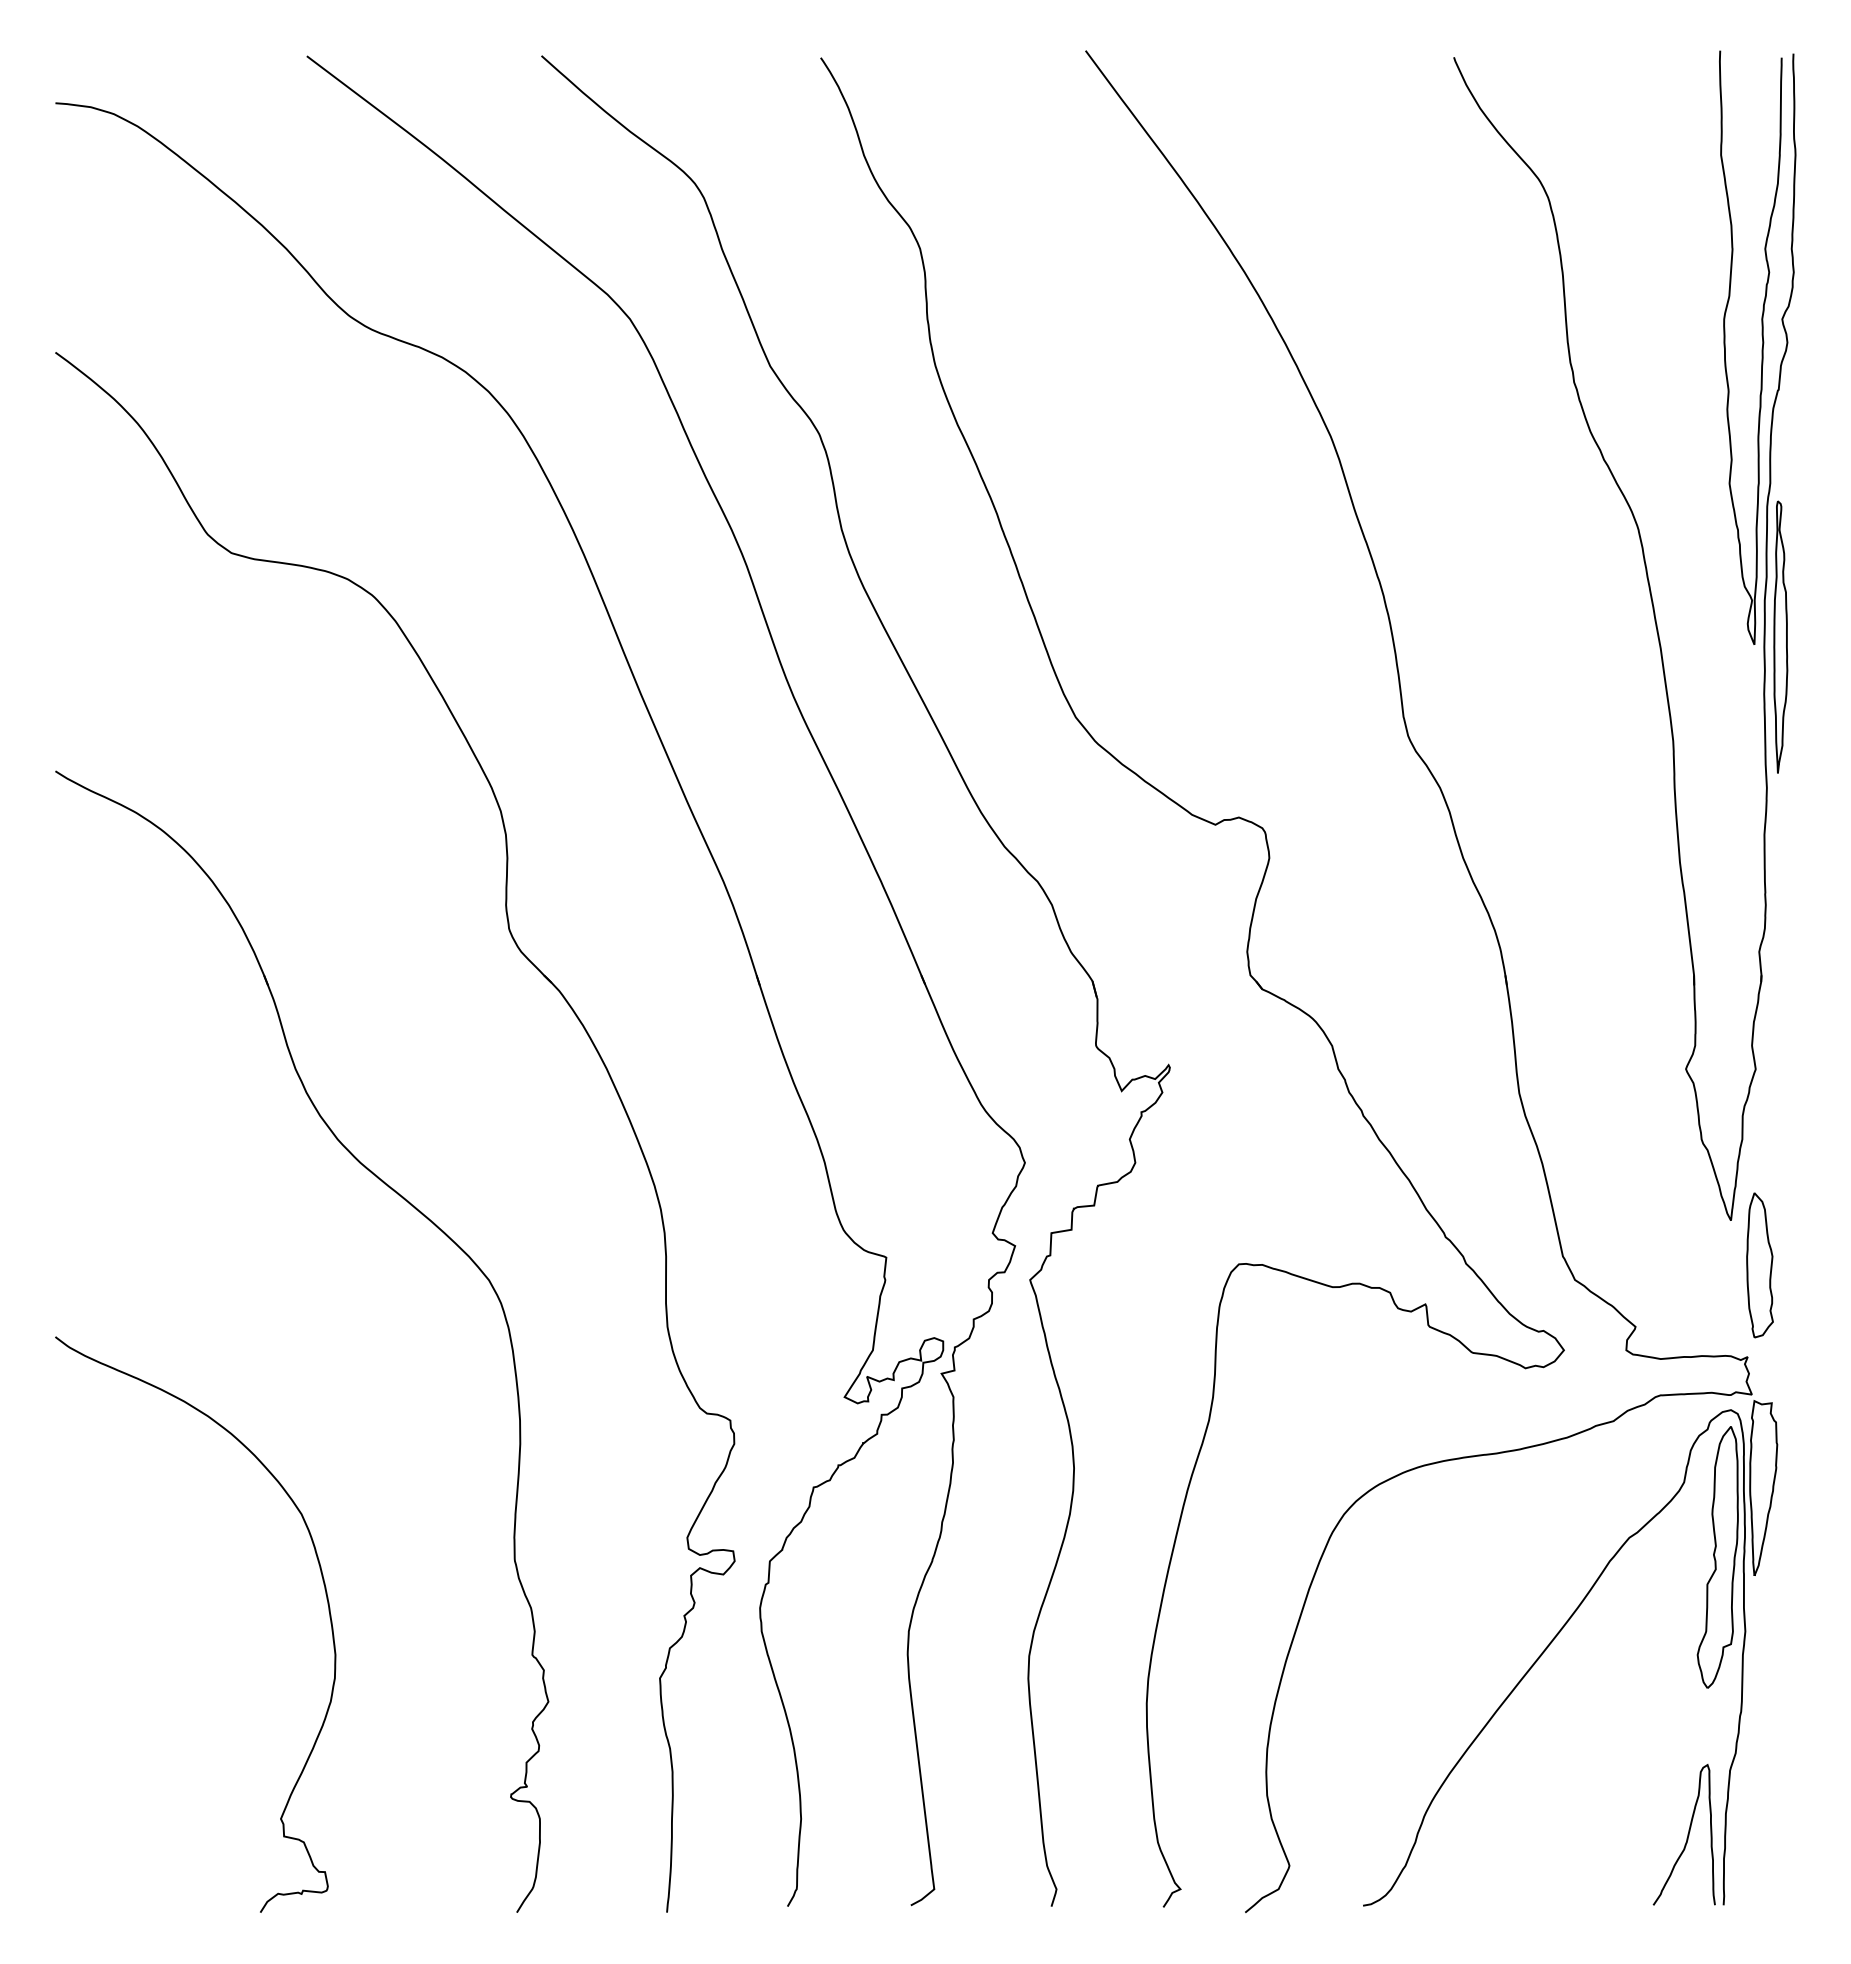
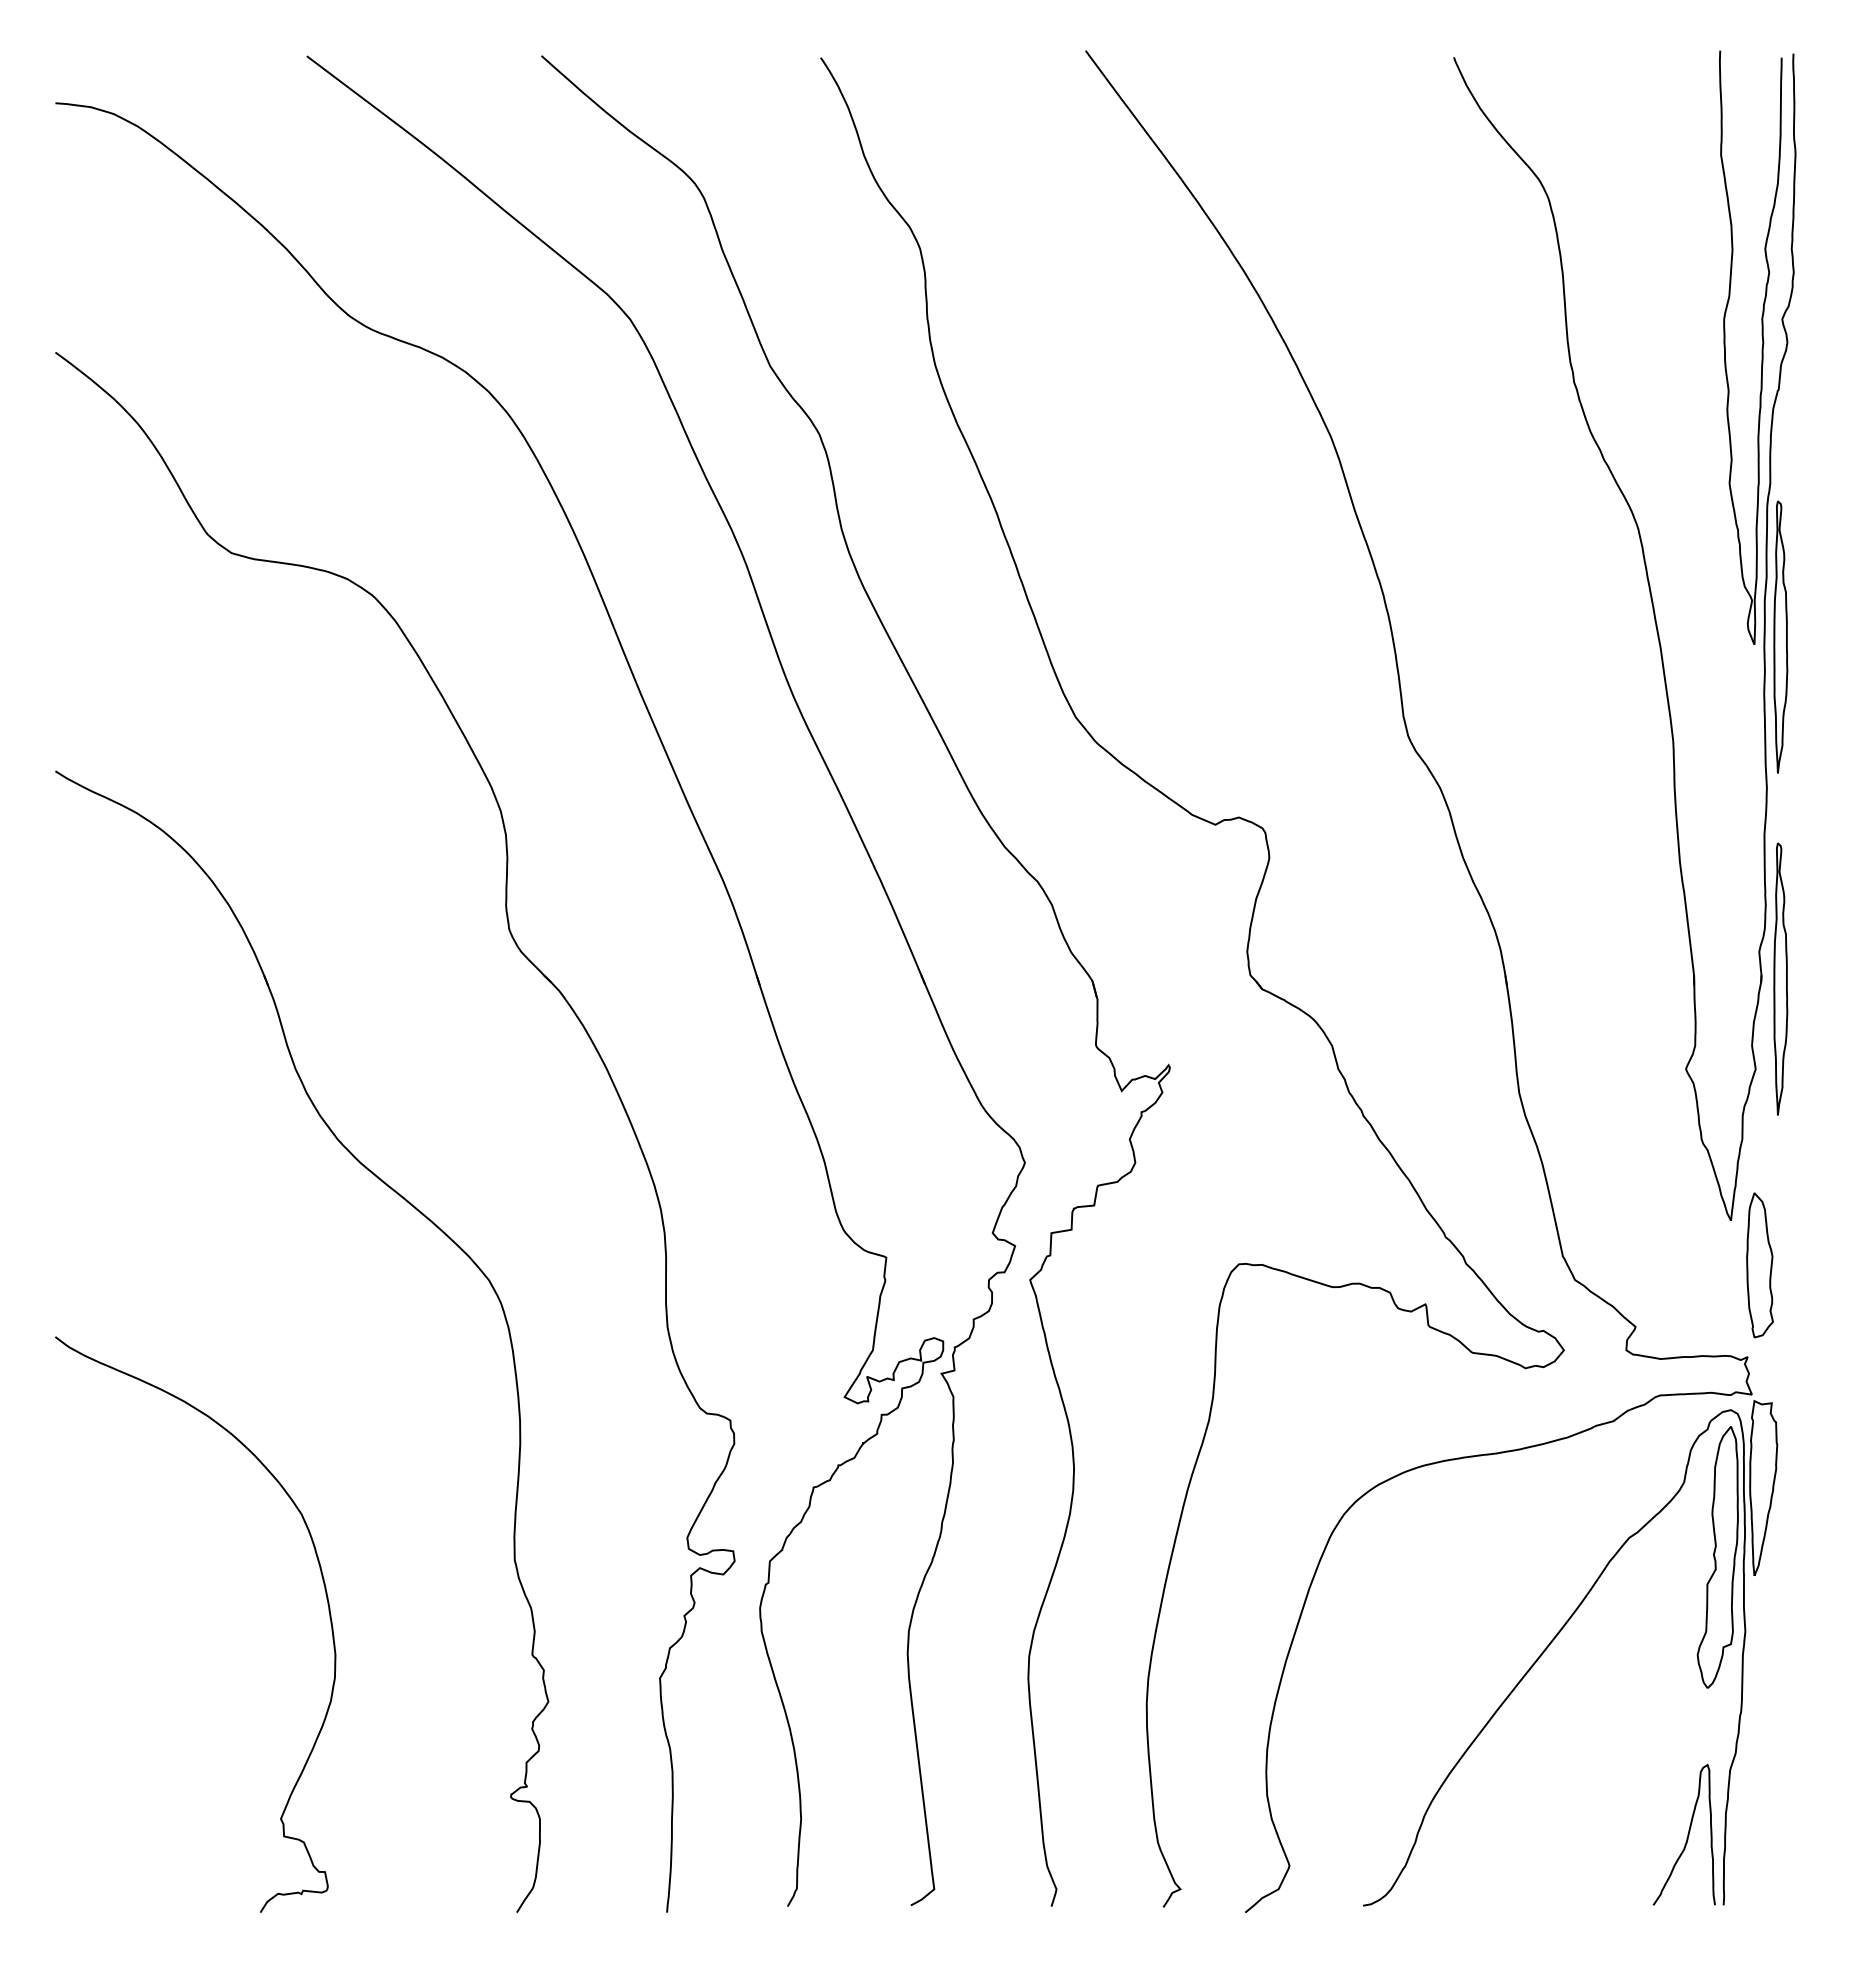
part at (1780, 978): none -> present
